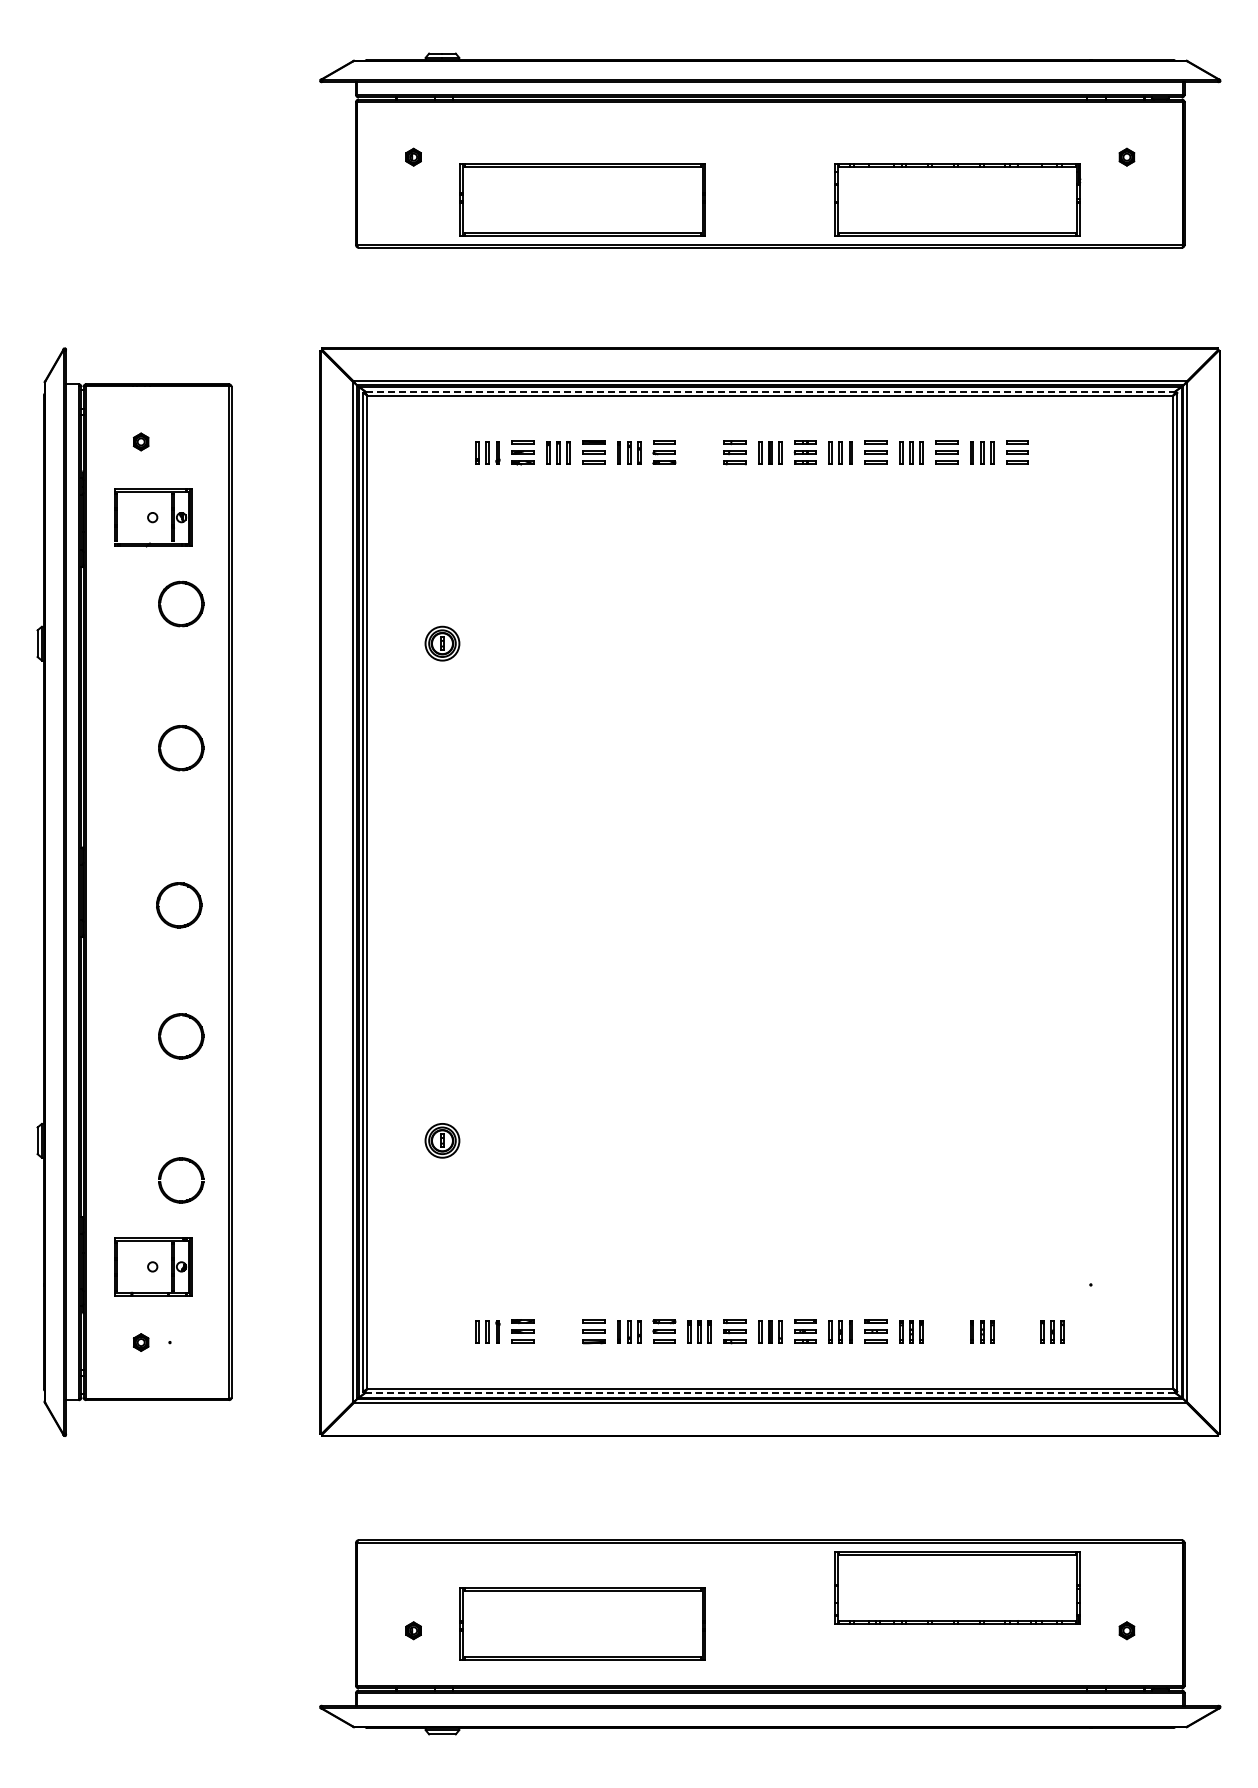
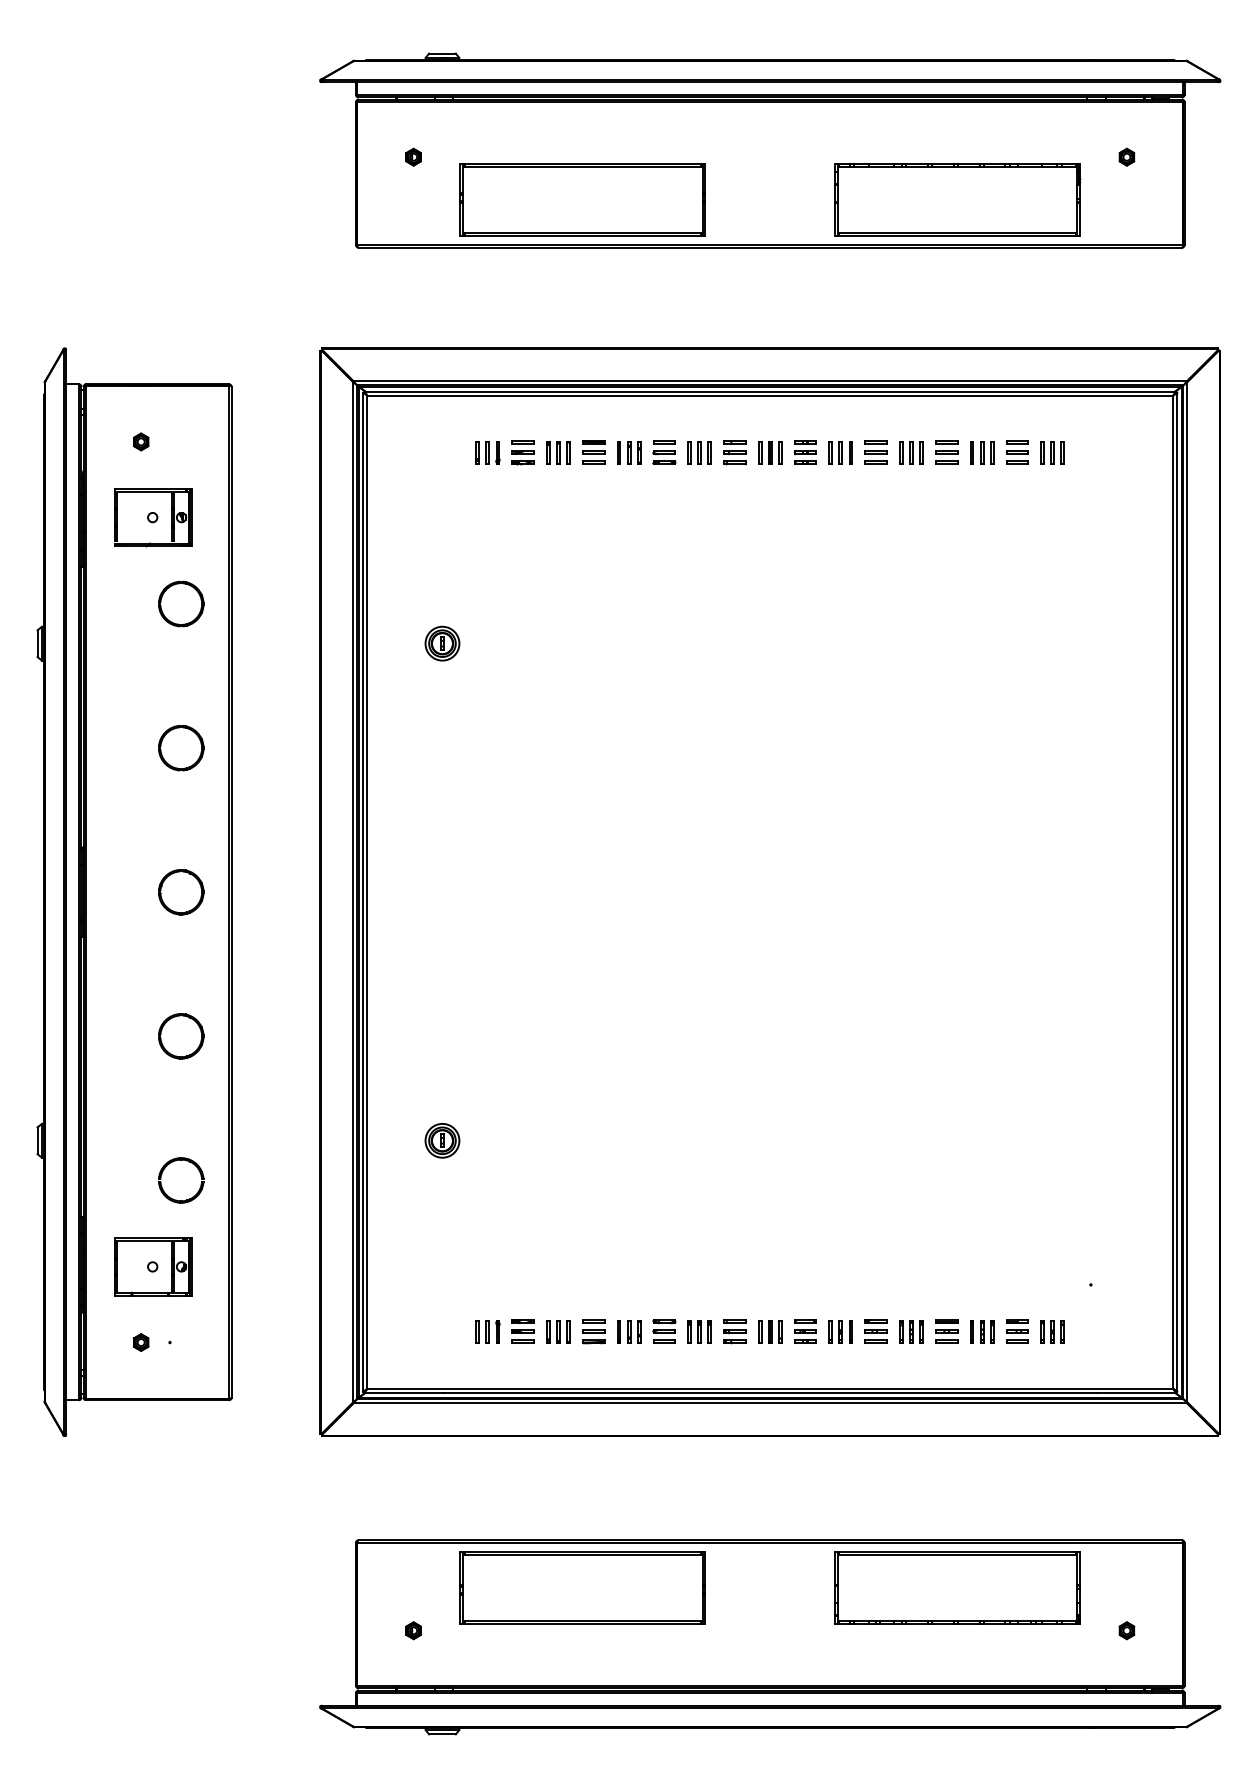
line at (770, 391): dashed -> solid
part at (699, 452): none -> present
part at (1052, 452): none -> present
part at (179, 905) position: (179, 905) -> (181, 892)
part at (558, 1331): none -> present
part at (946, 1331): none -> present
part at (1017, 1331): none -> present
line at (770, 1393): dashed -> solid
part at (582, 1623) position: (582, 1623) -> (582, 1587)
